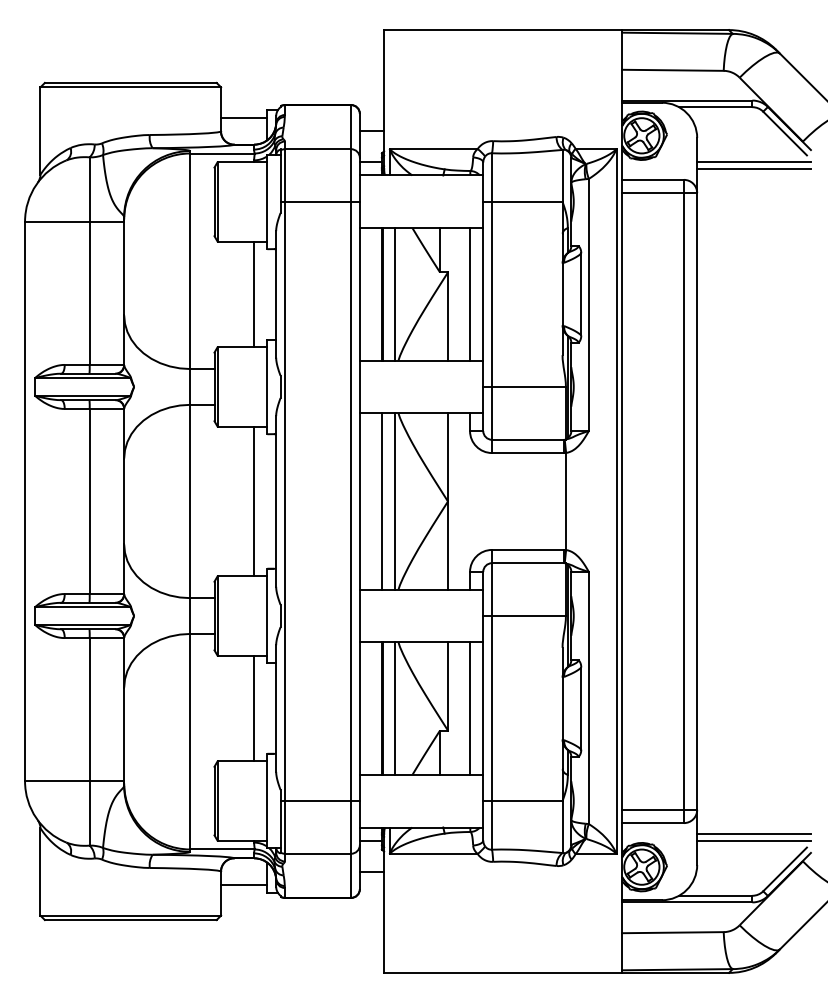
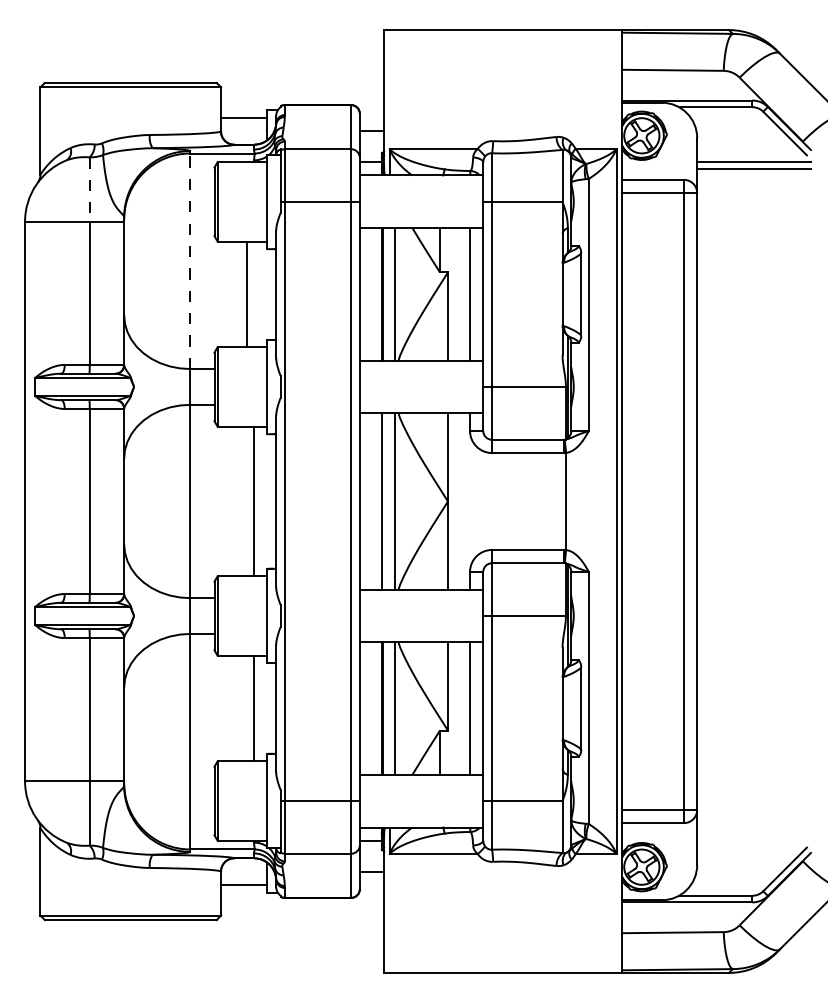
line at (89, 190): solid -> dashed
line at (190, 261): solid -> dashed
line at (254, 294) position: (254, 294) -> (247, 294)
line at (753, 834): present -> none
line at (753, 840): present -> none
